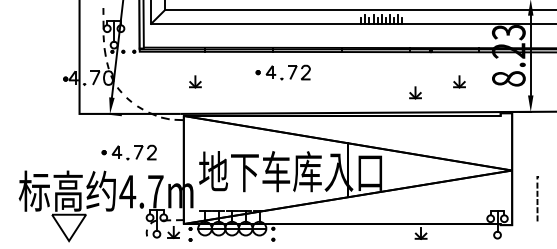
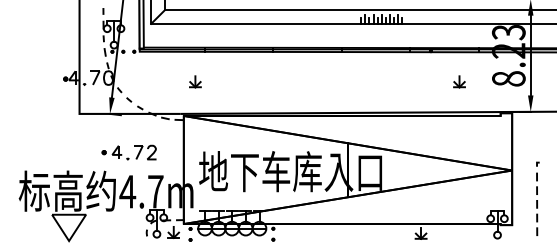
part at (282, 72): present -> none
part at (415, 92): present -> none
part at (537, 198) size: 3x46 px -> 4x75 px
